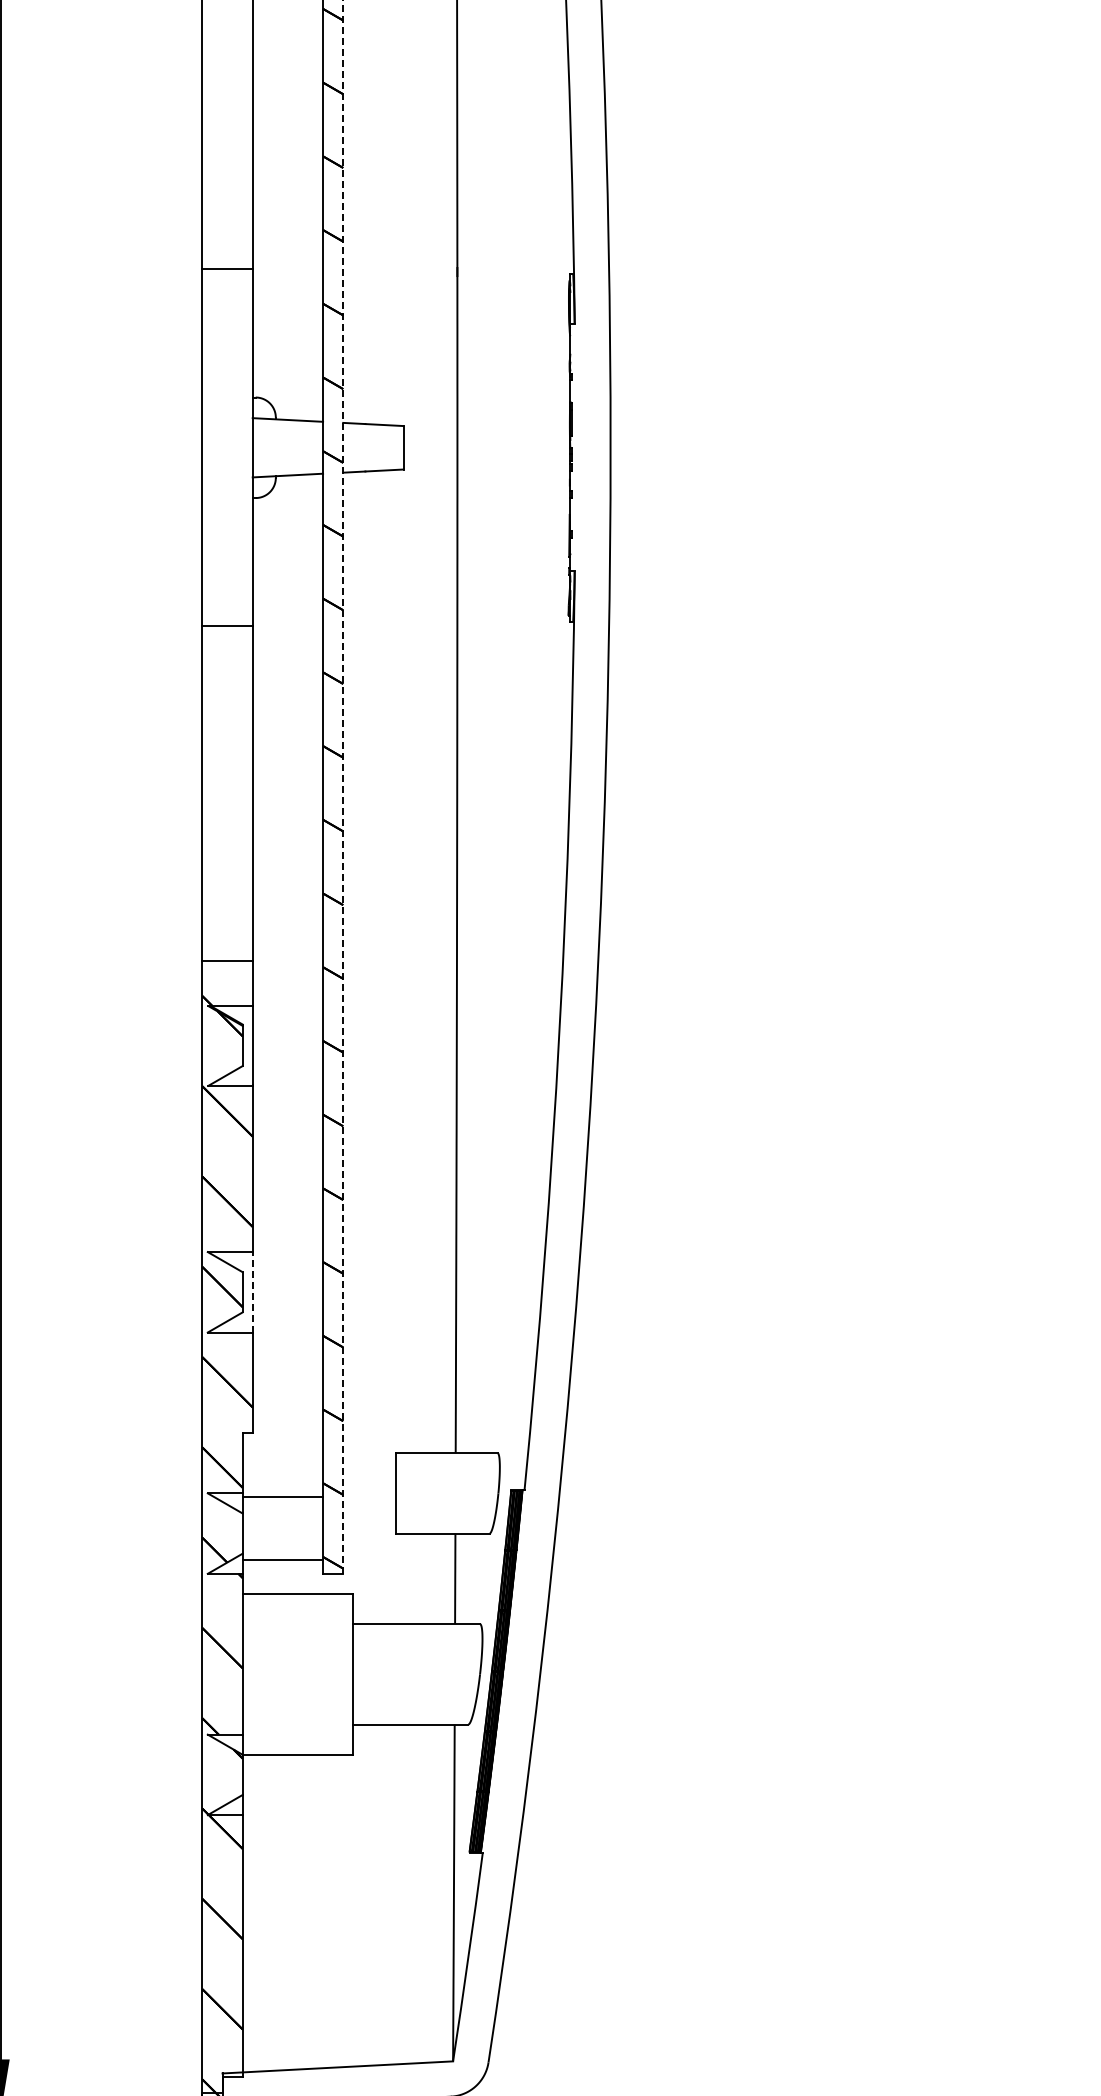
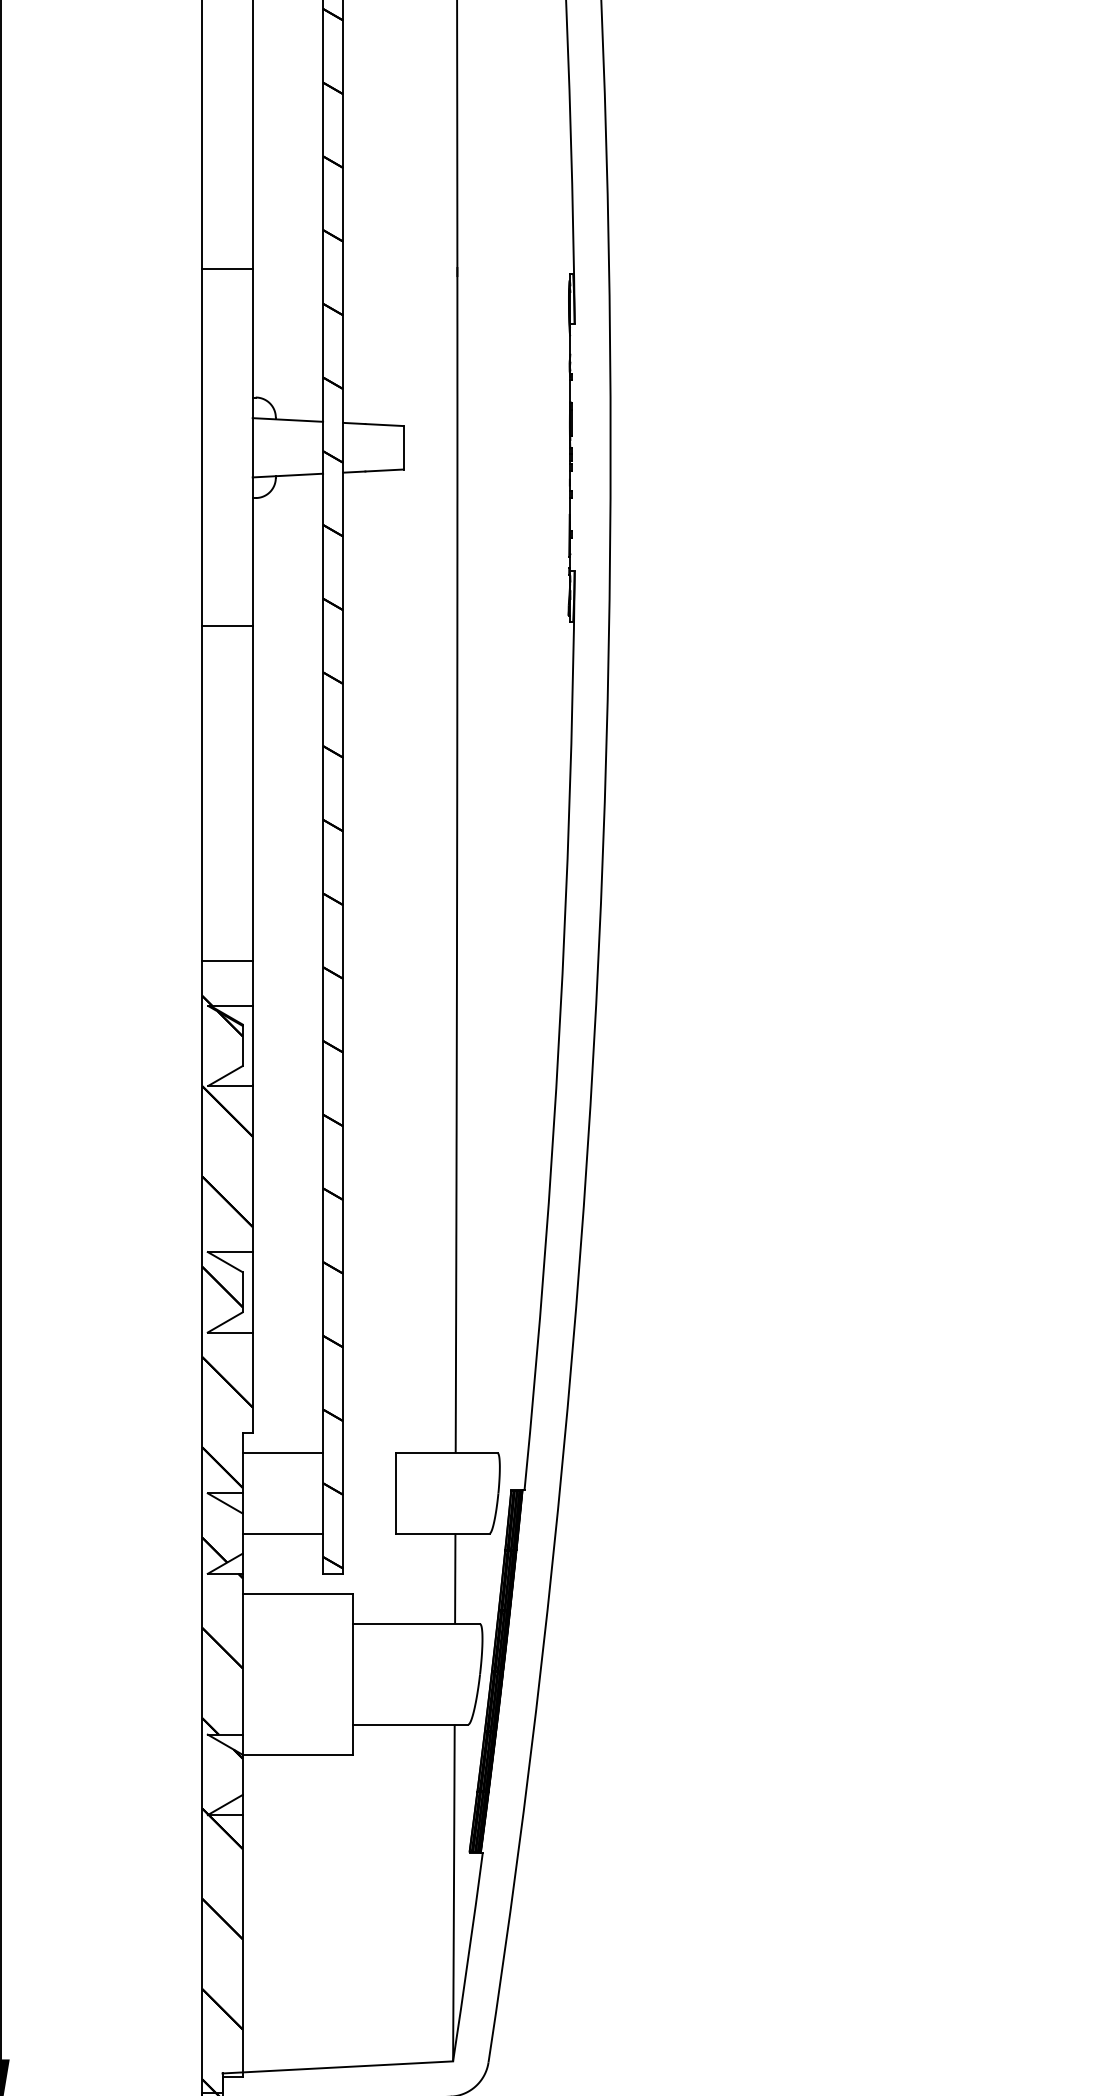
line at (343, 787): dashed -> solid
line at (252, 1291): dashed -> solid
line at (282, 1497) position: (282, 1497) -> (282, 1453)
line at (282, 1559) position: (282, 1559) -> (282, 1533)
